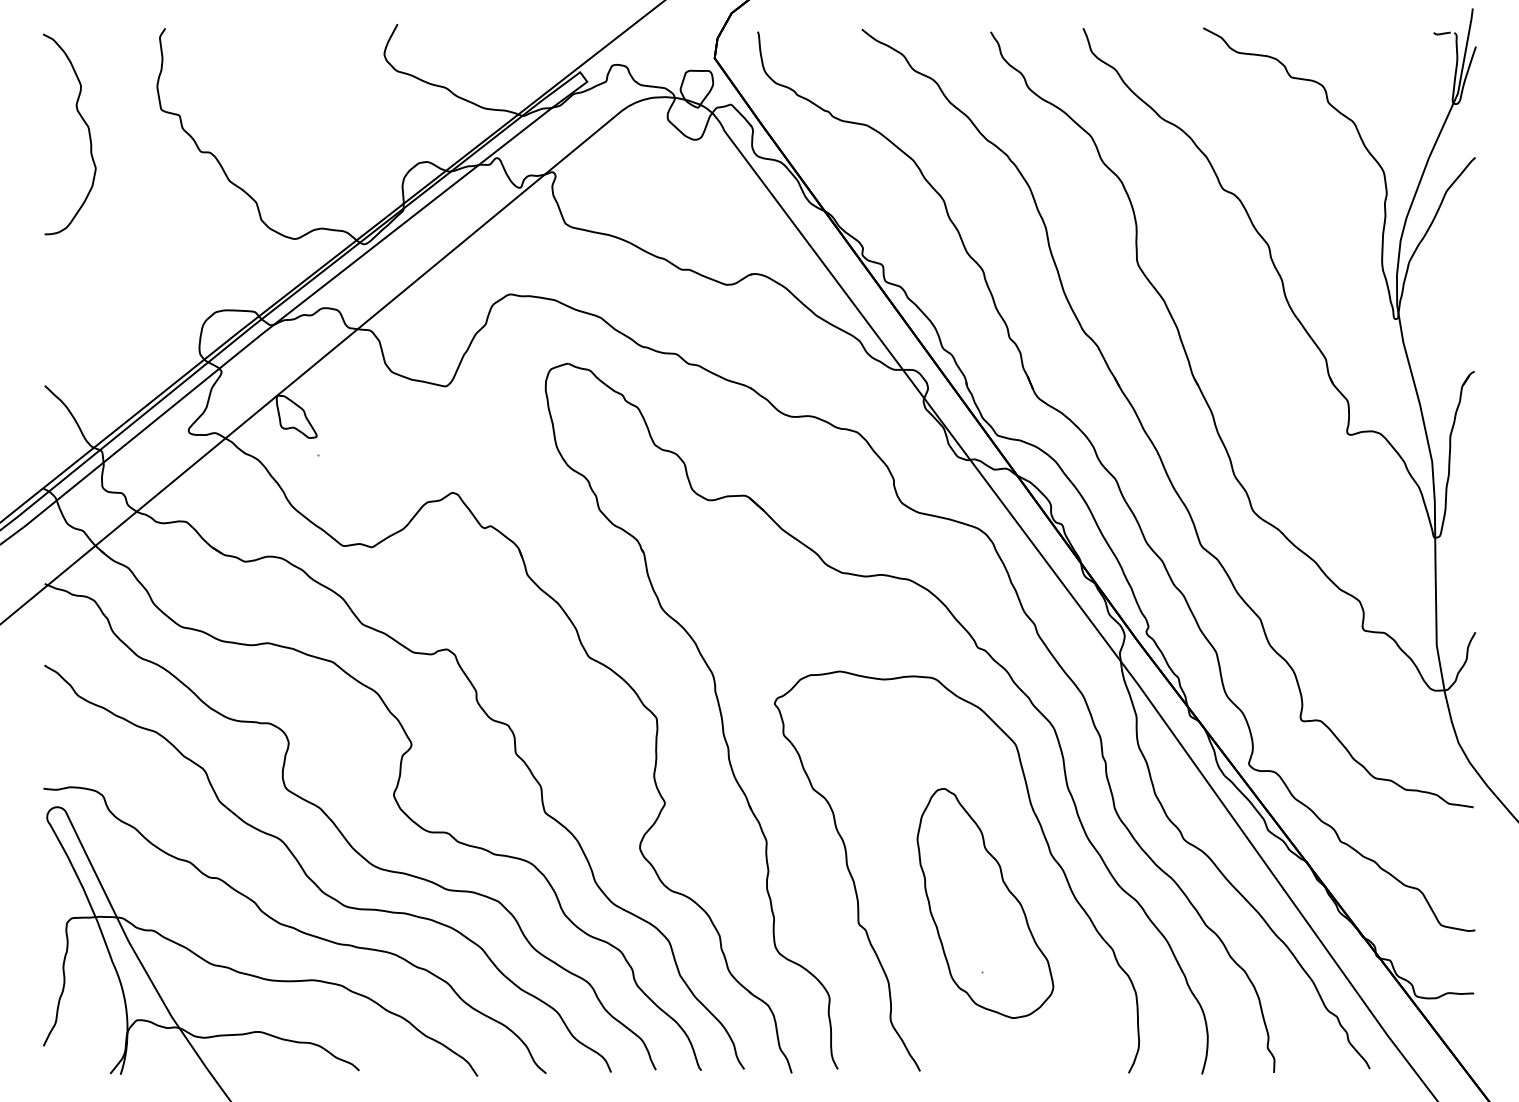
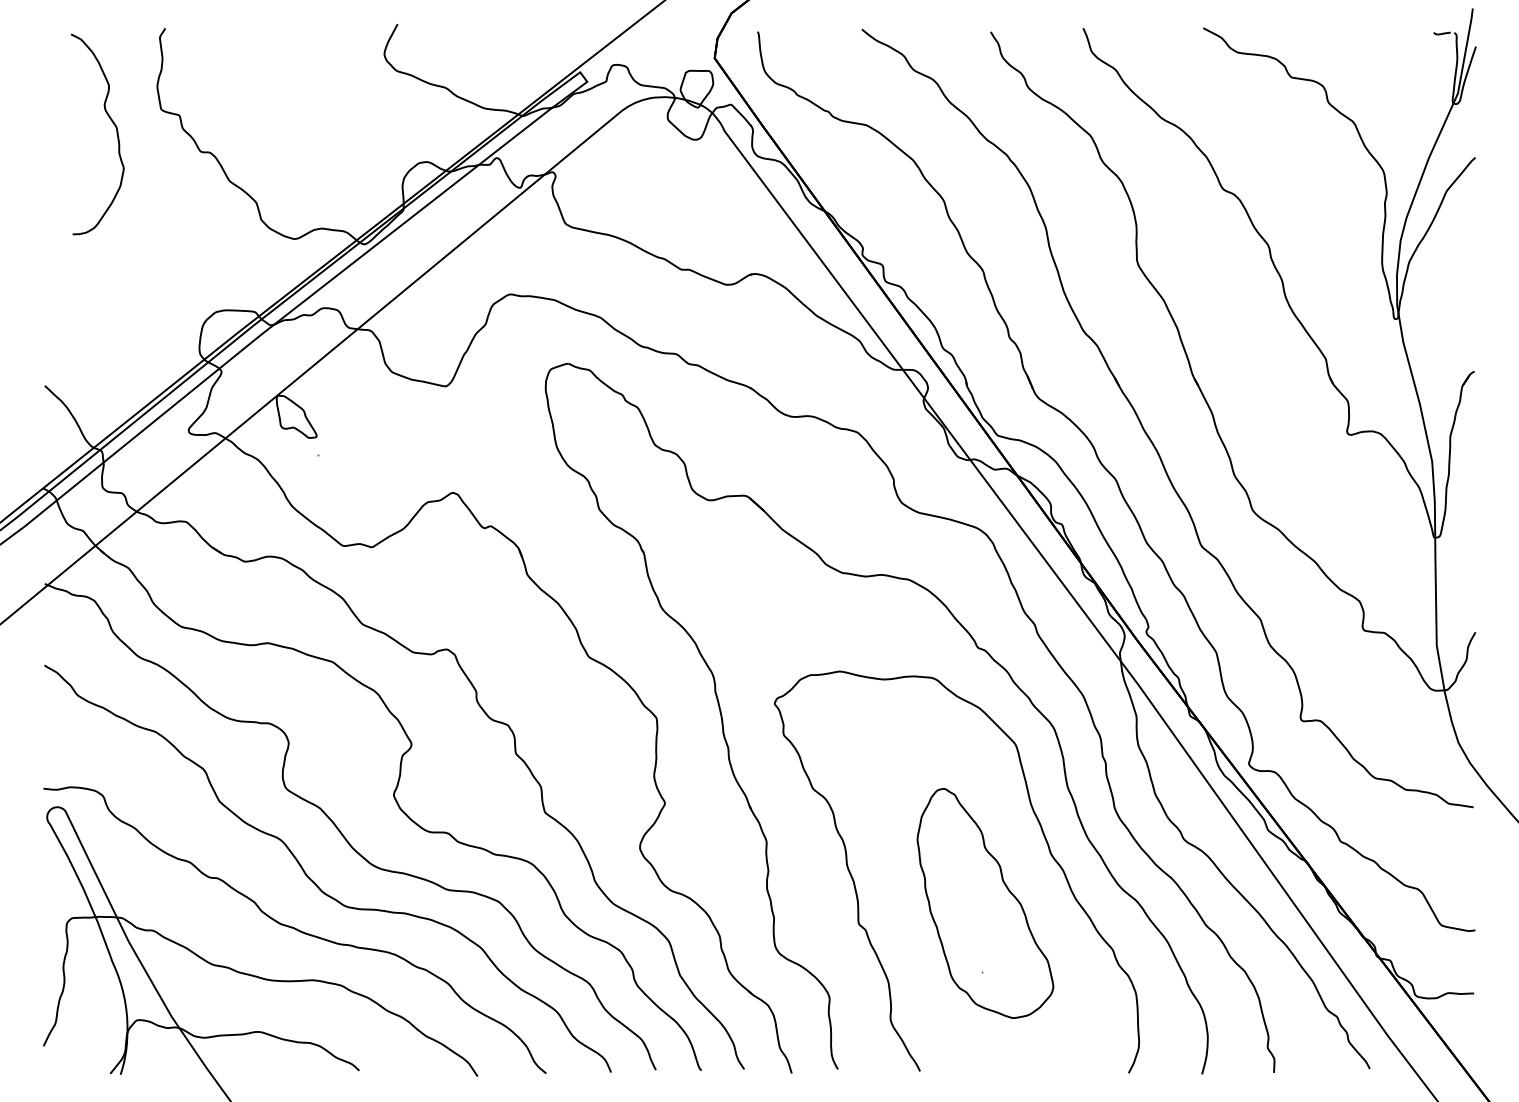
curve at (84, 123) position: (84, 123) -> (112, 123)
